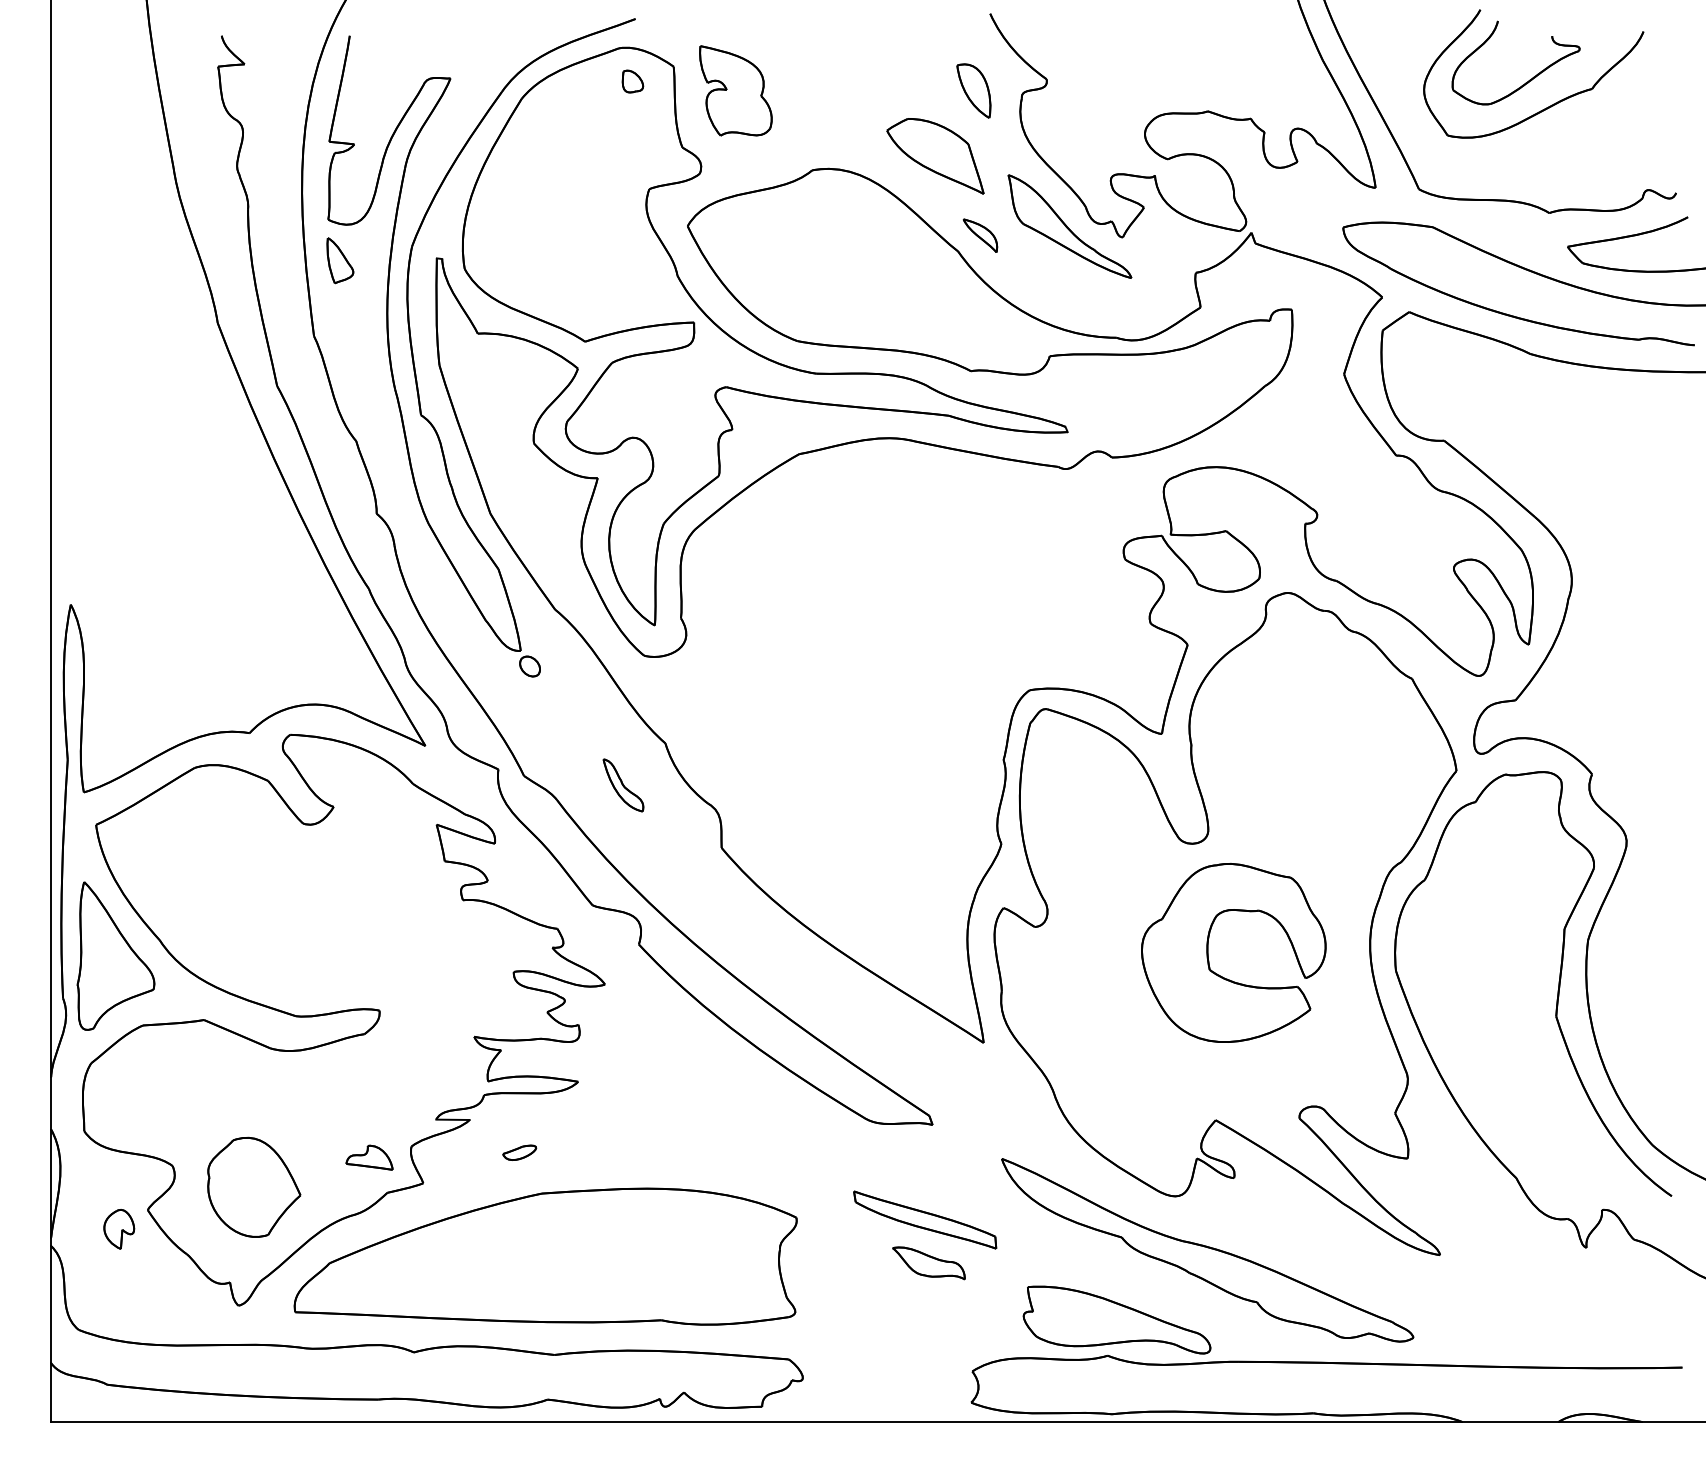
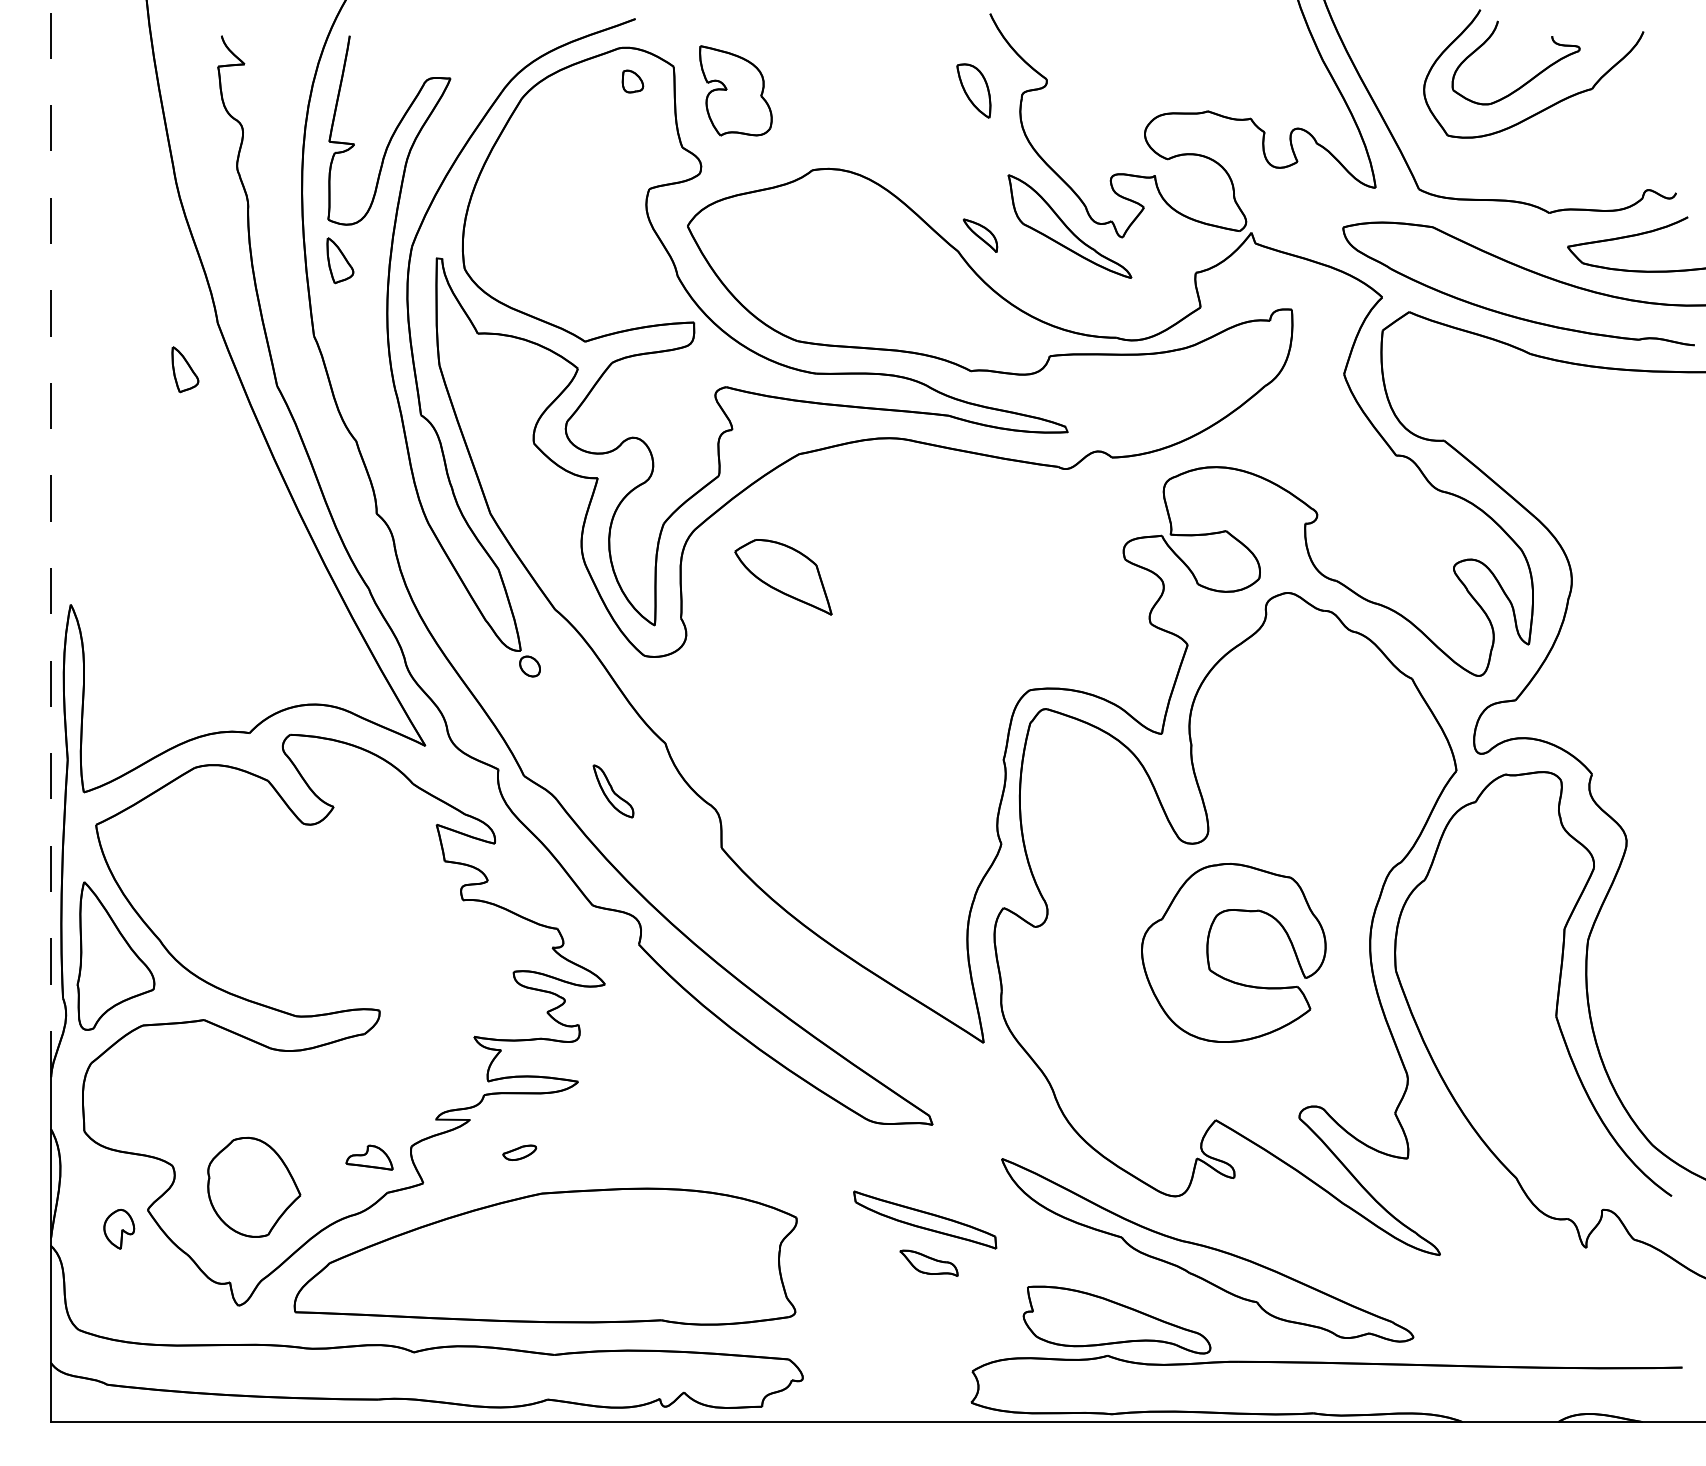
part at (935, 156) position: (935, 156) -> (783, 577)
part at (185, 369): none -> present
line at (51, 538): solid -> dashed
part at (623, 785) position: (623, 785) -> (613, 791)
part at (928, 1263) size: 74x35 px -> 60x28 px
